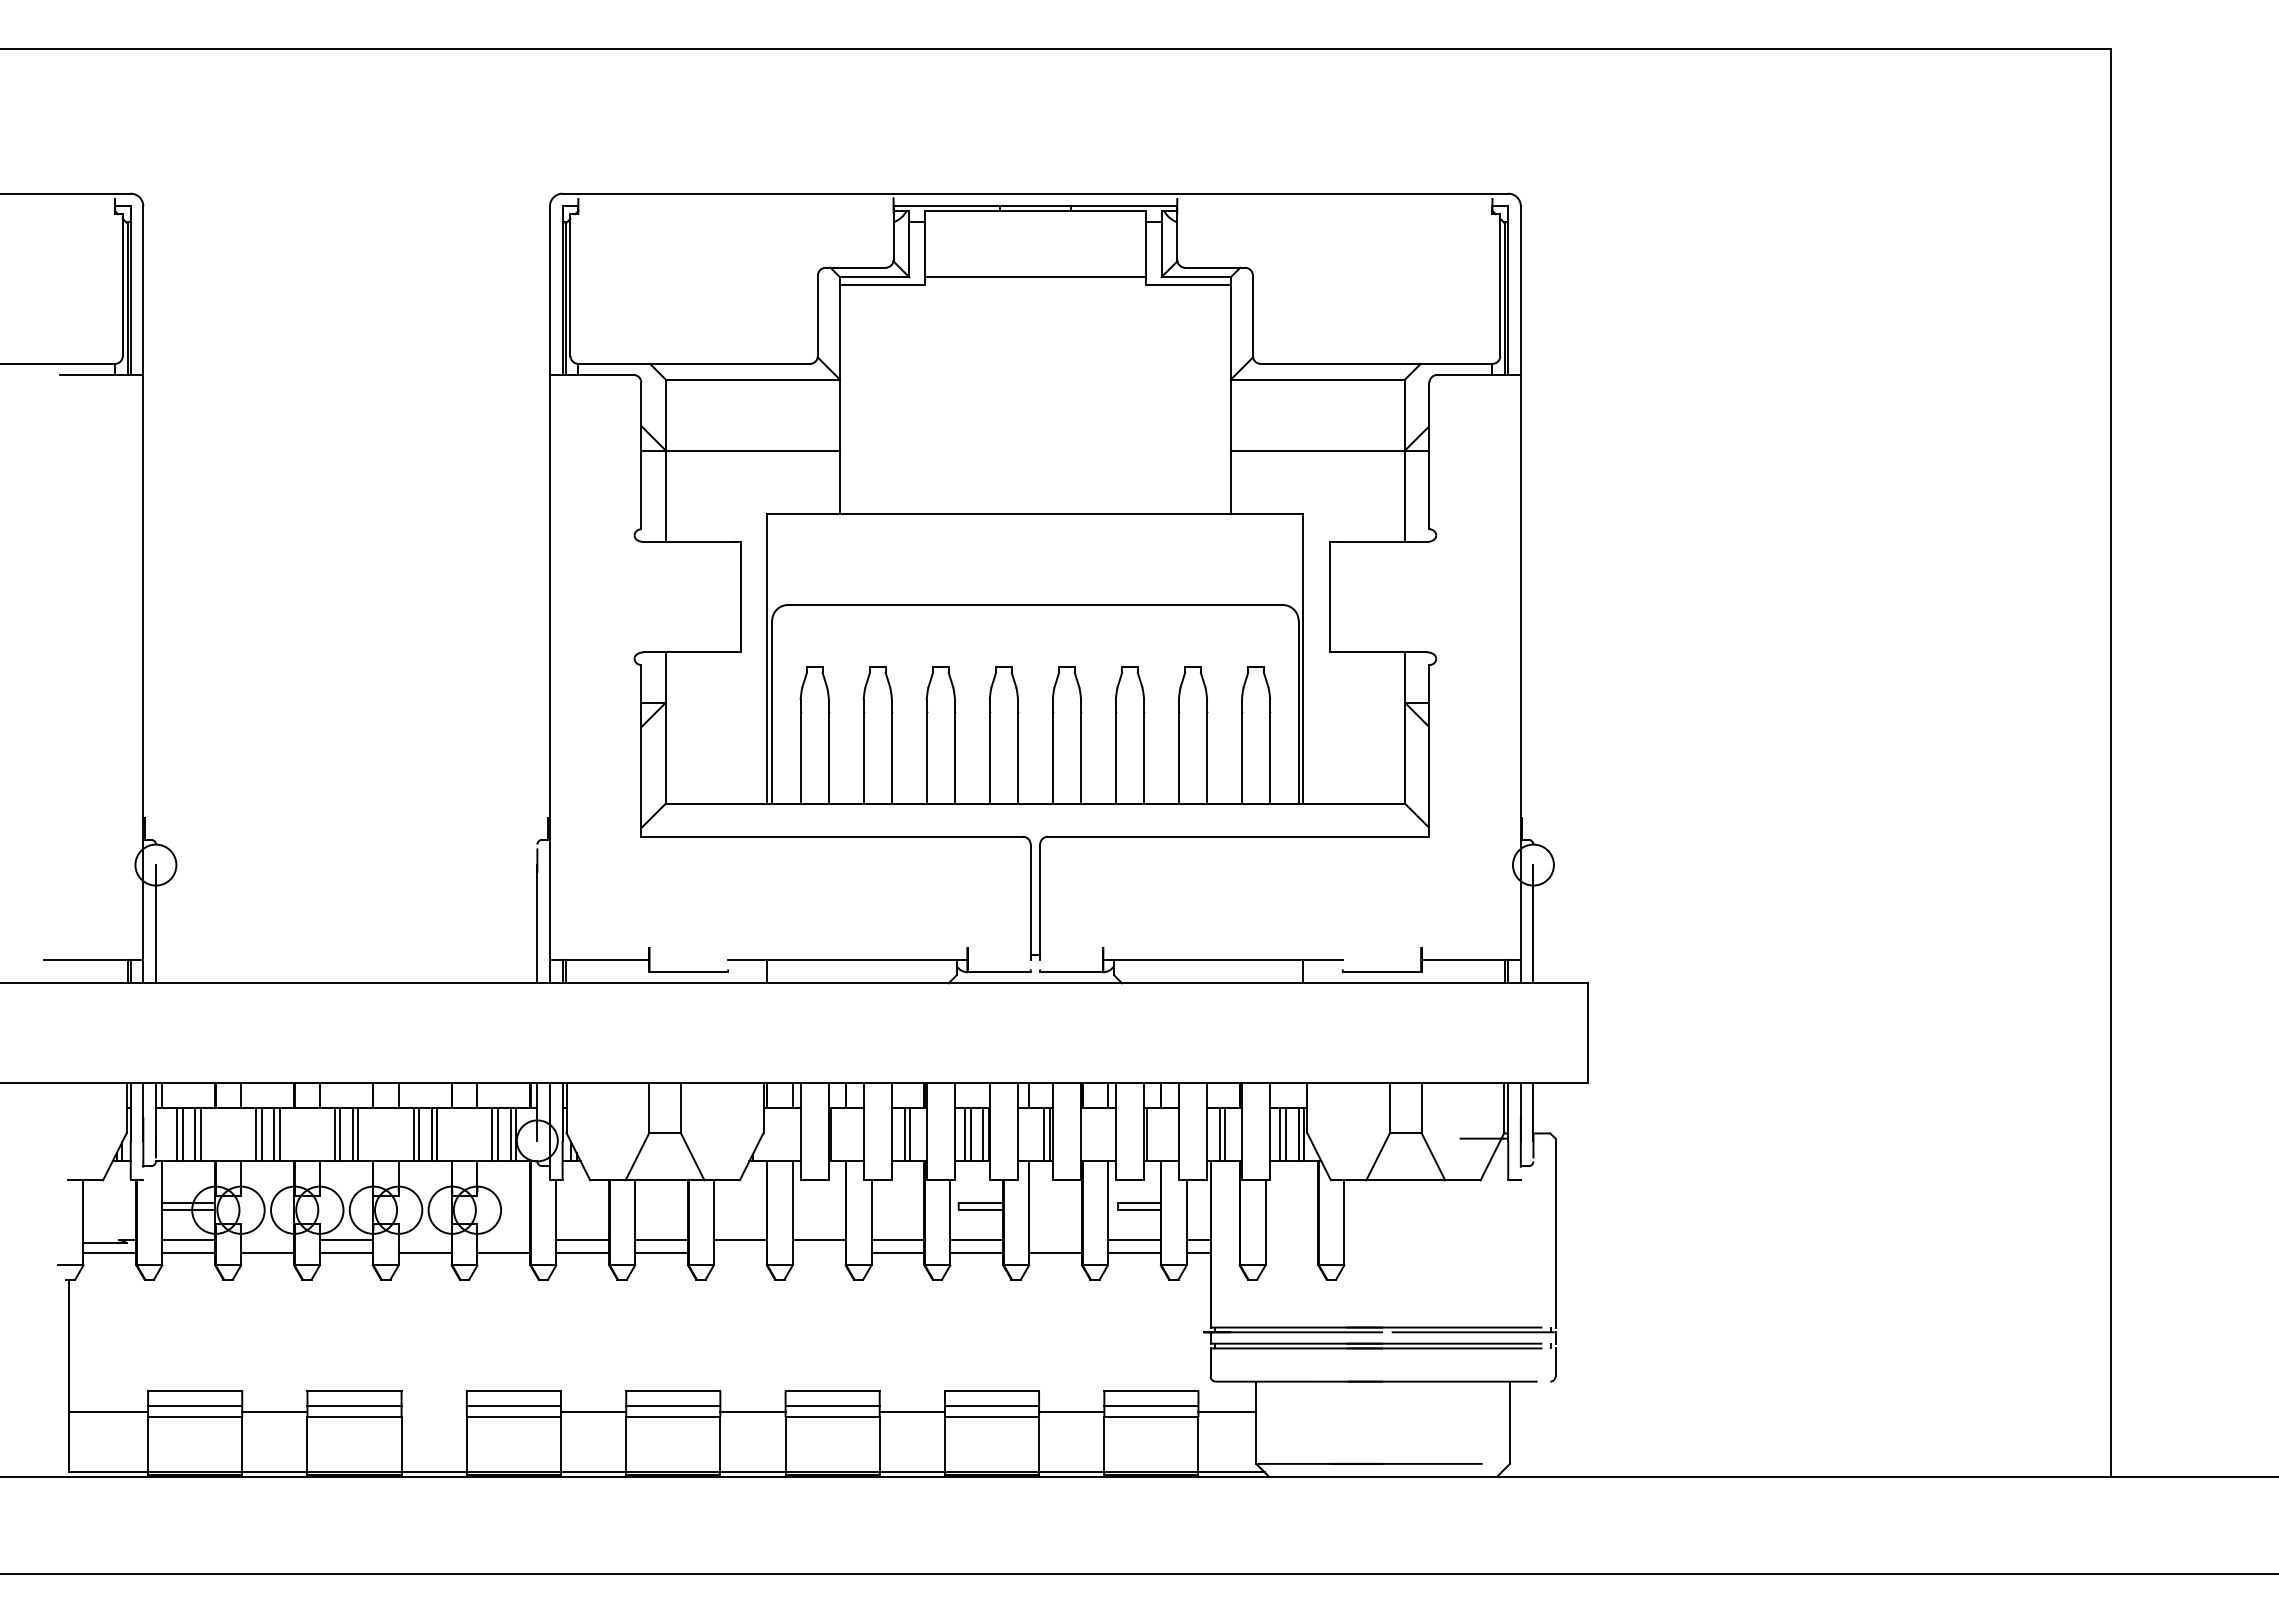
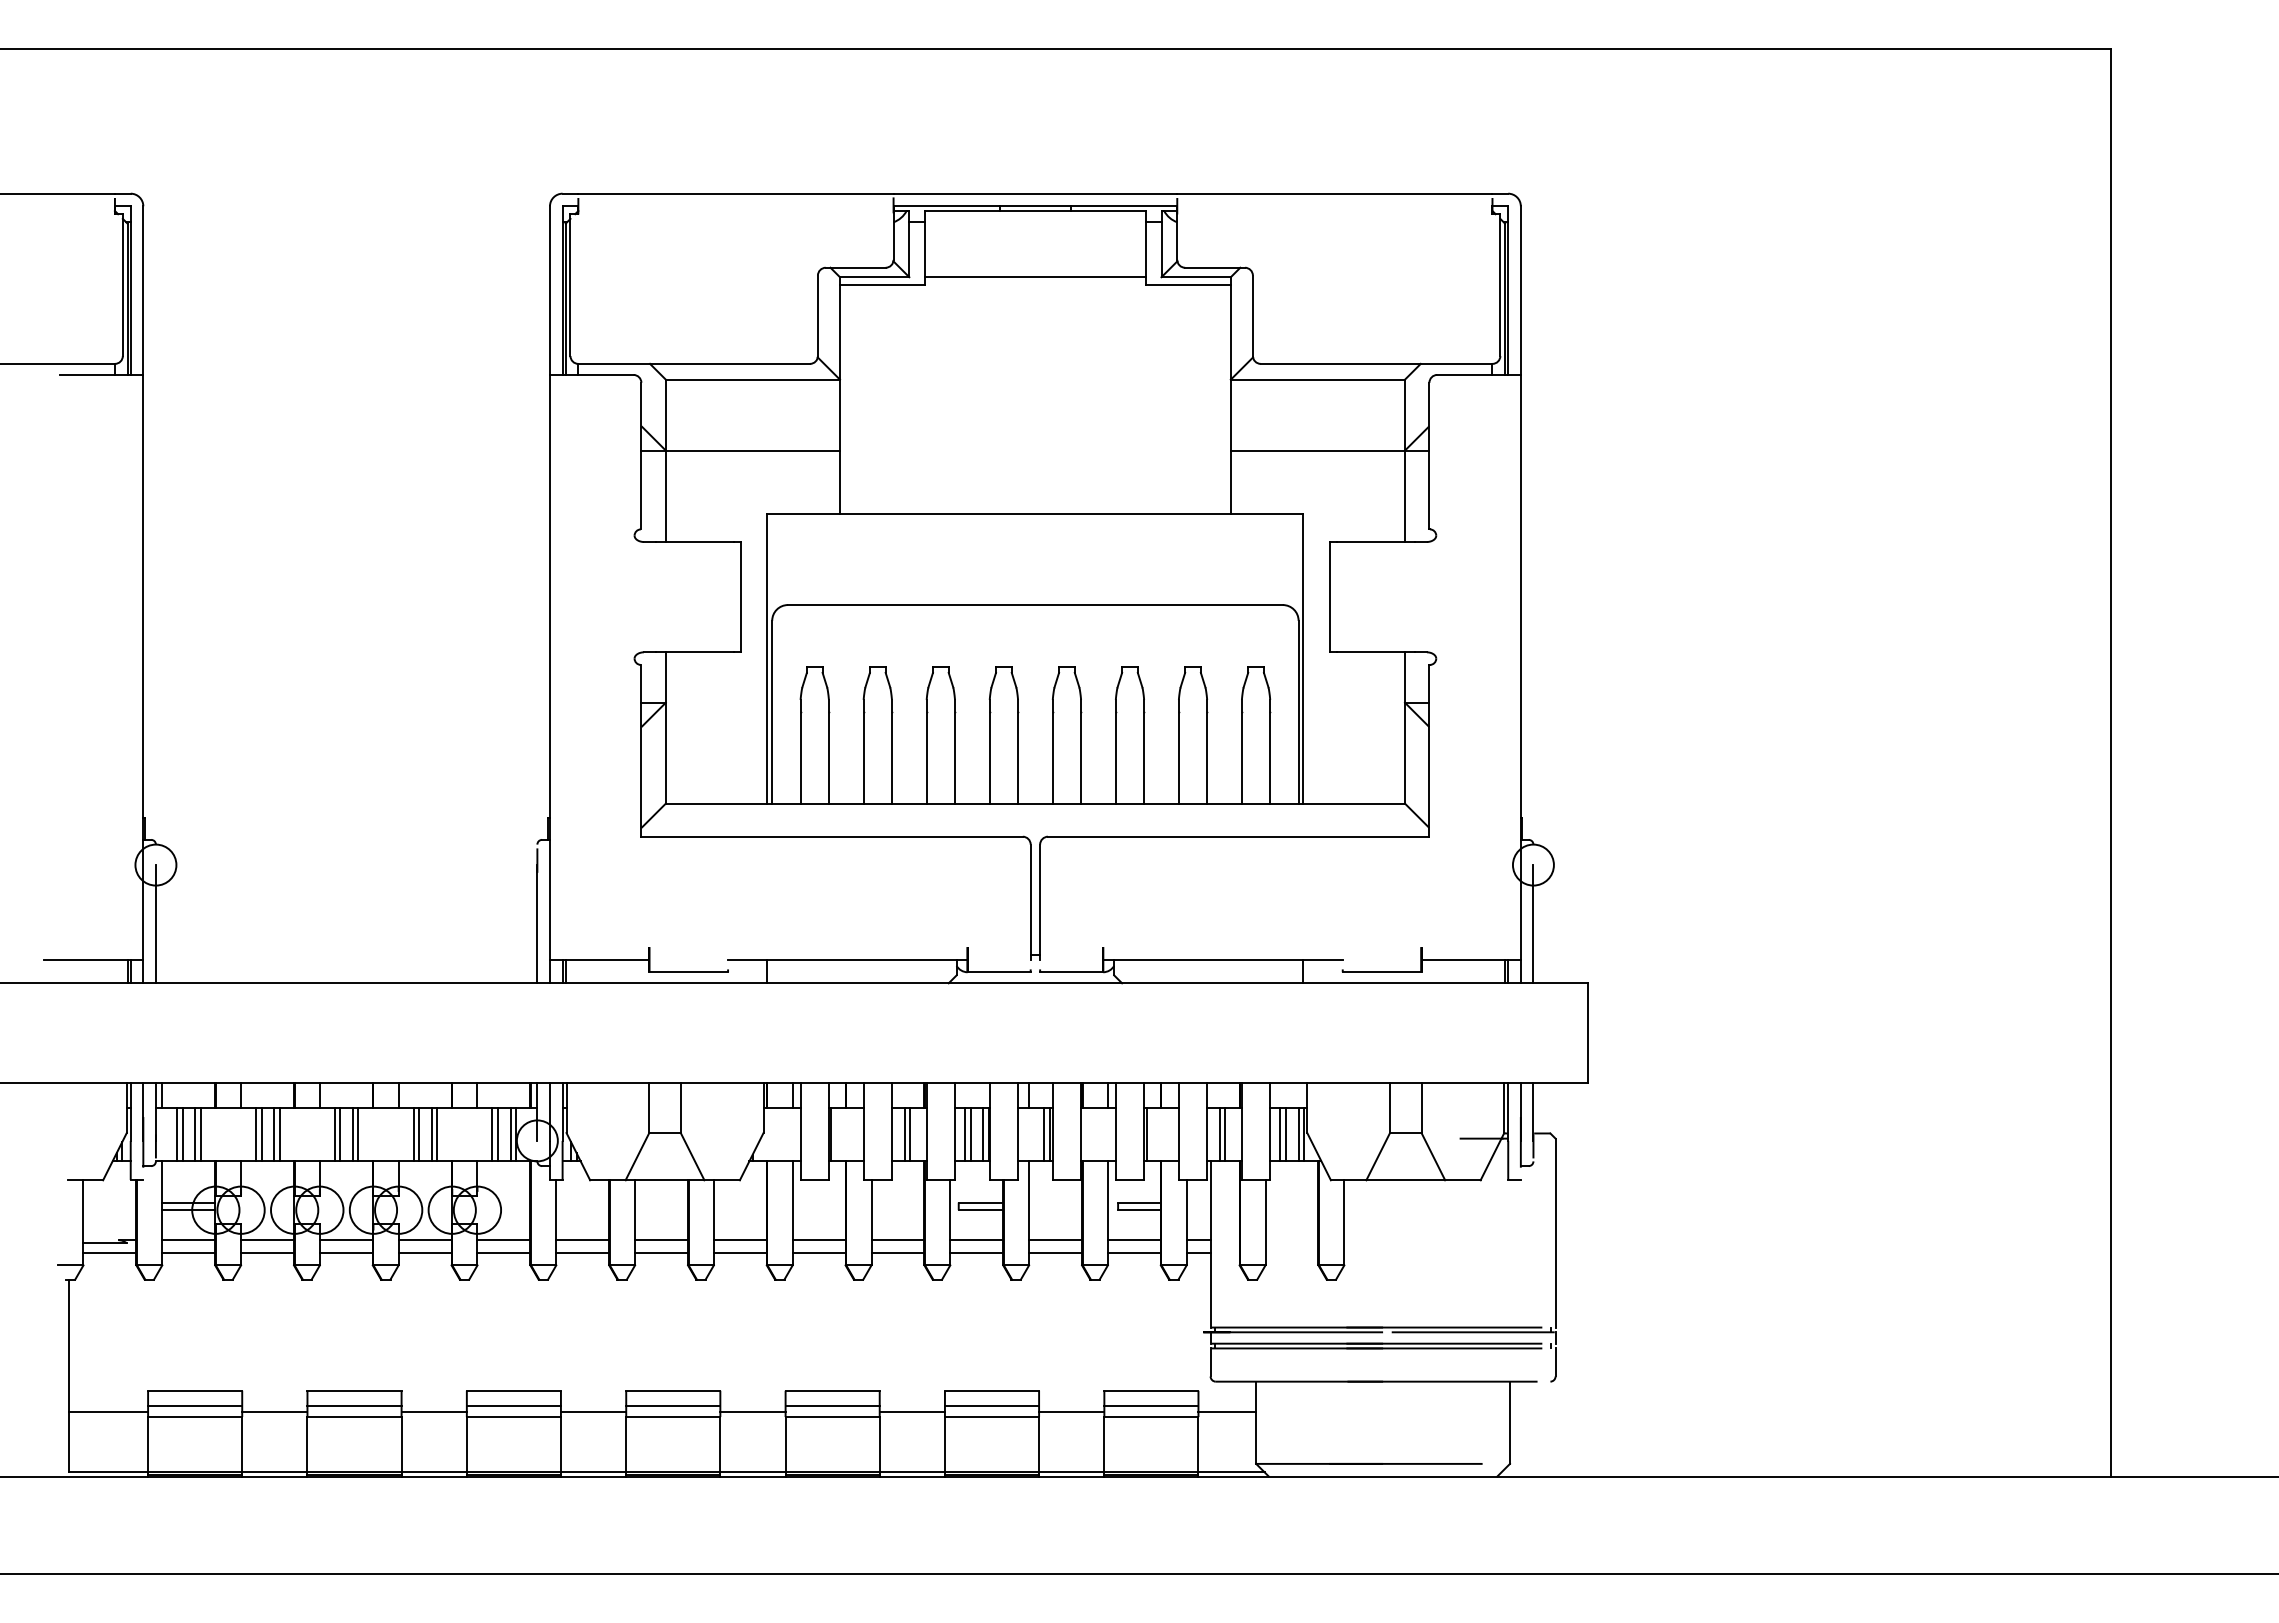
line at (267, 1240): none -> present
line at (424, 1240): none -> present
line at (503, 1240): none -> present
line at (1055, 1240): none -> present
line at (739, 1252): none -> present
line at (818, 1252): none -> present
line at (433, 1411): none -> present
